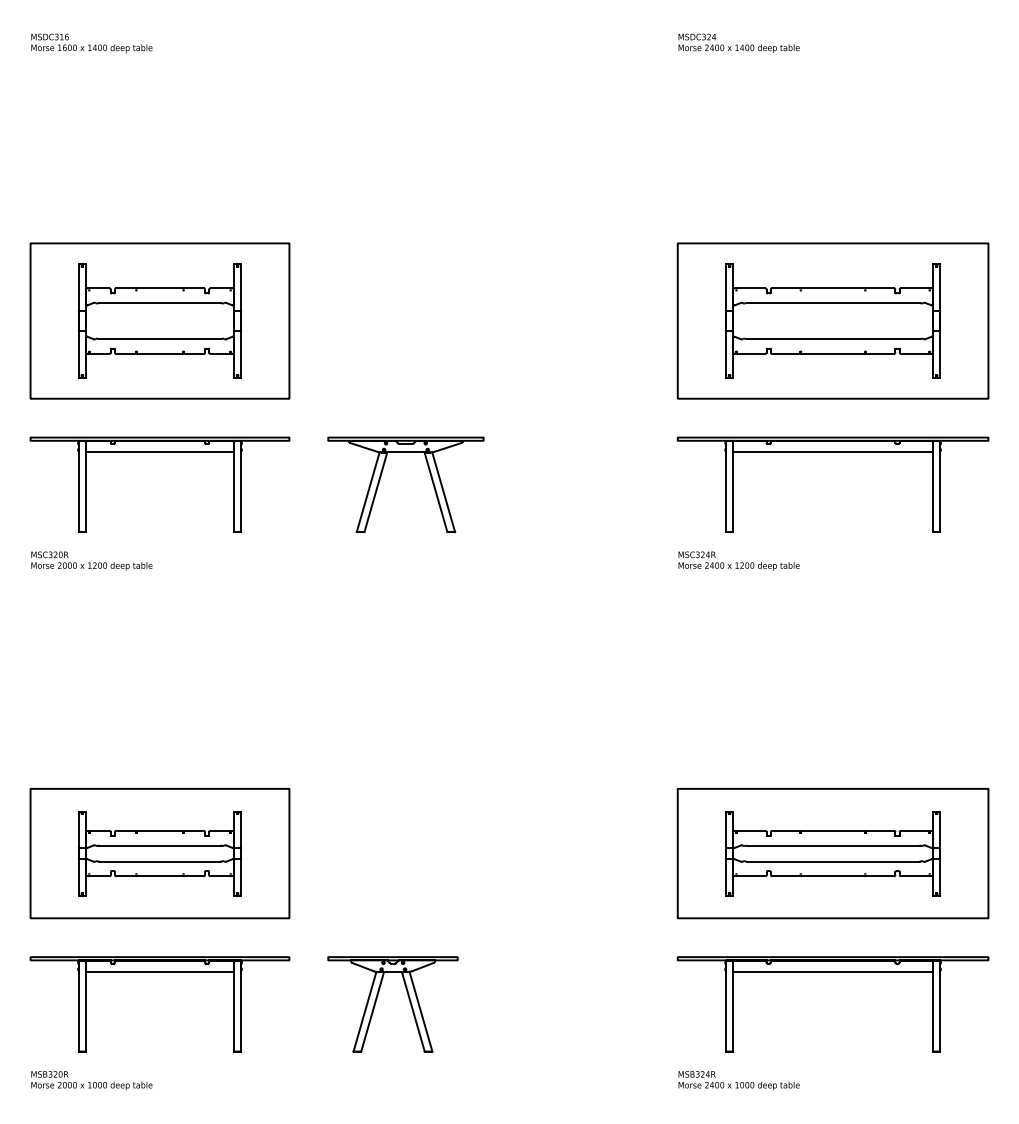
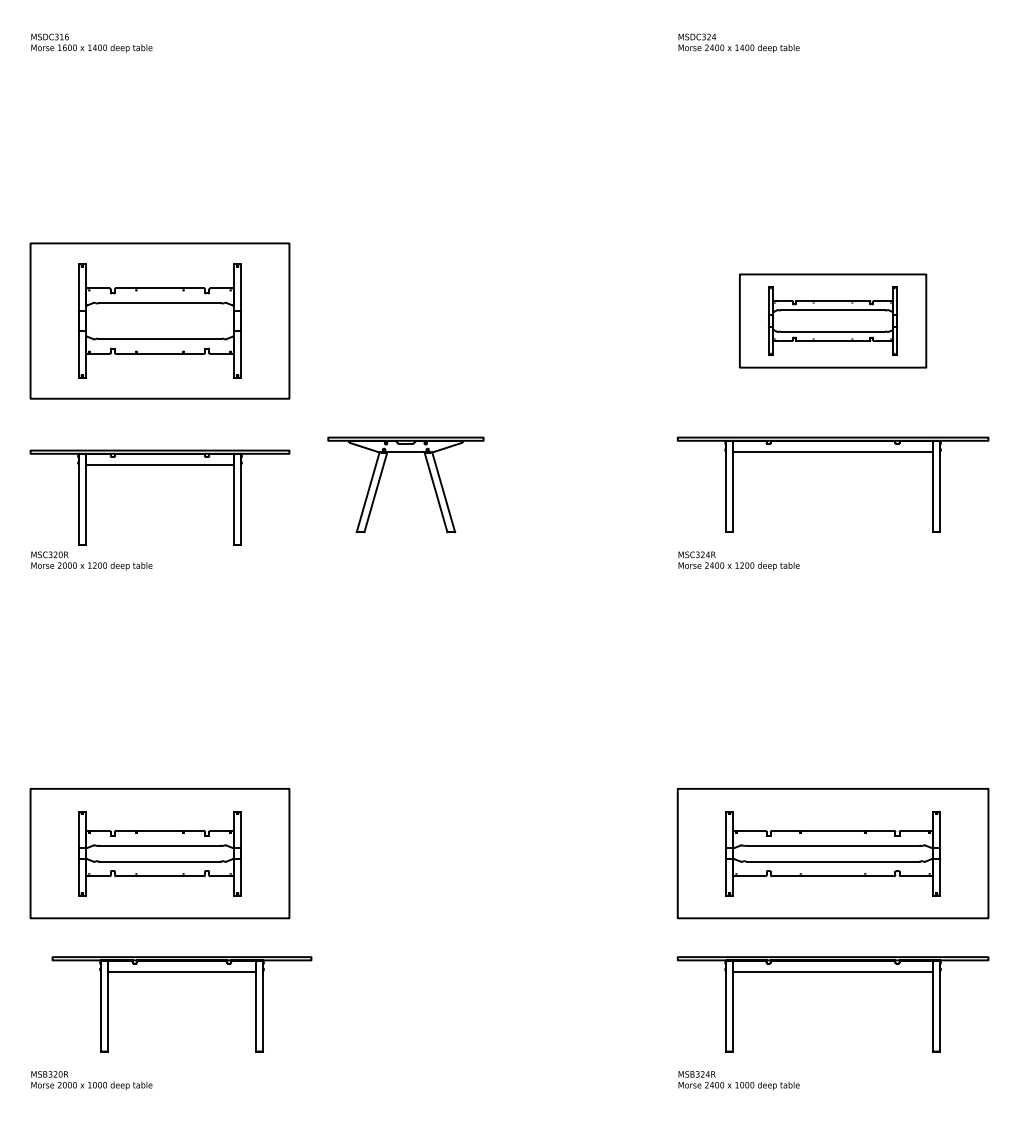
part at (832, 320) size: 314x158 px -> 189x96 px
part at (159, 452) position: (159, 452) -> (159, 465)
part at (159, 972) position: (159, 972) -> (181, 972)
part at (377, 999): present -> none
